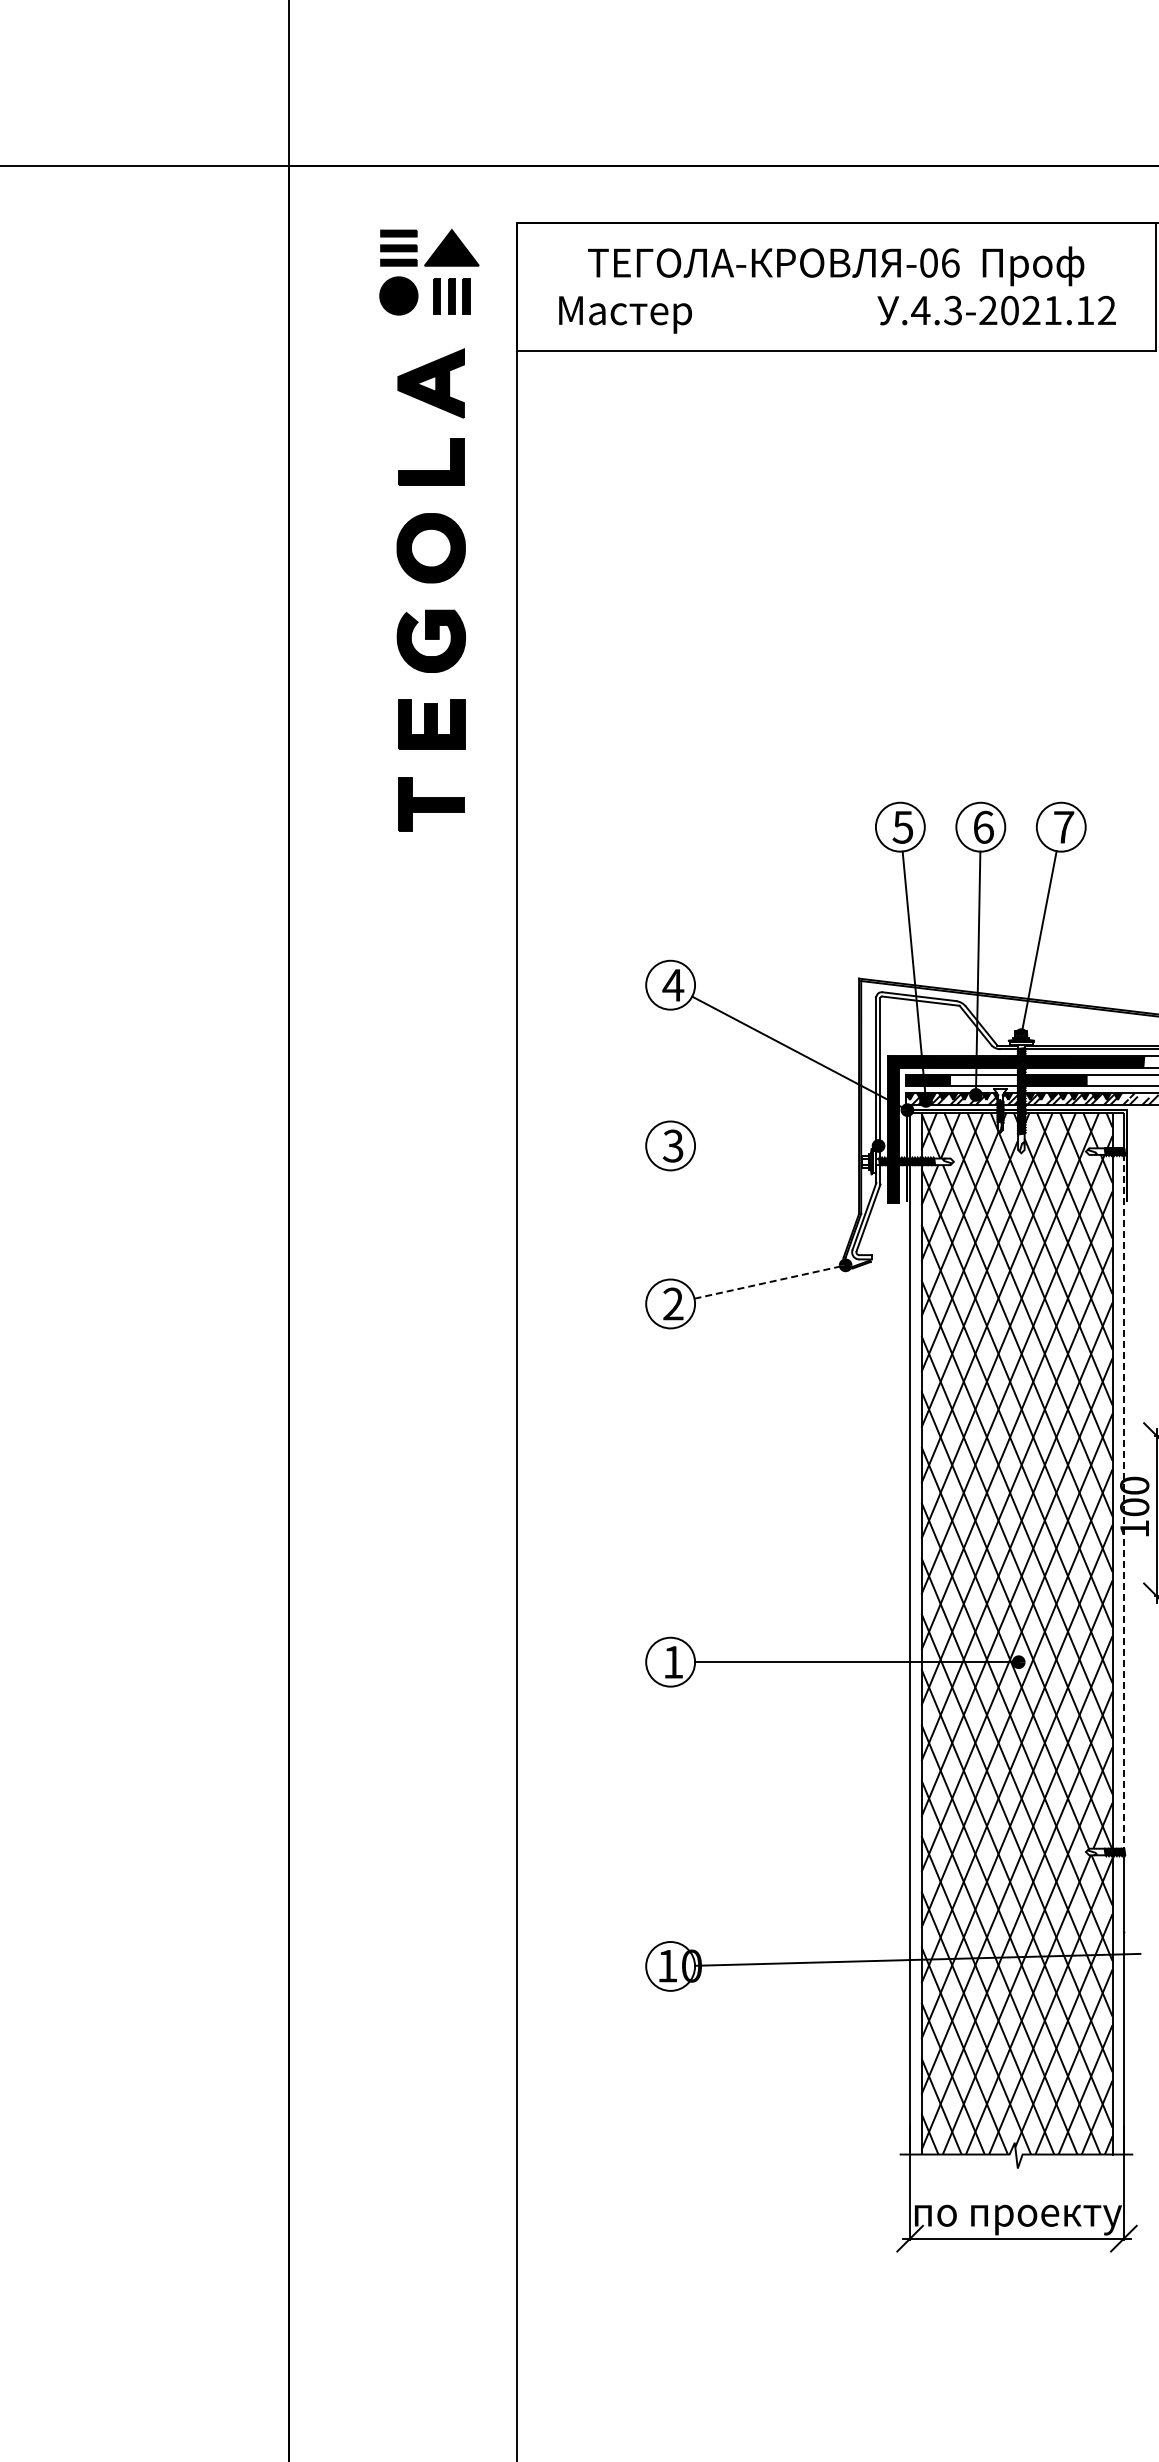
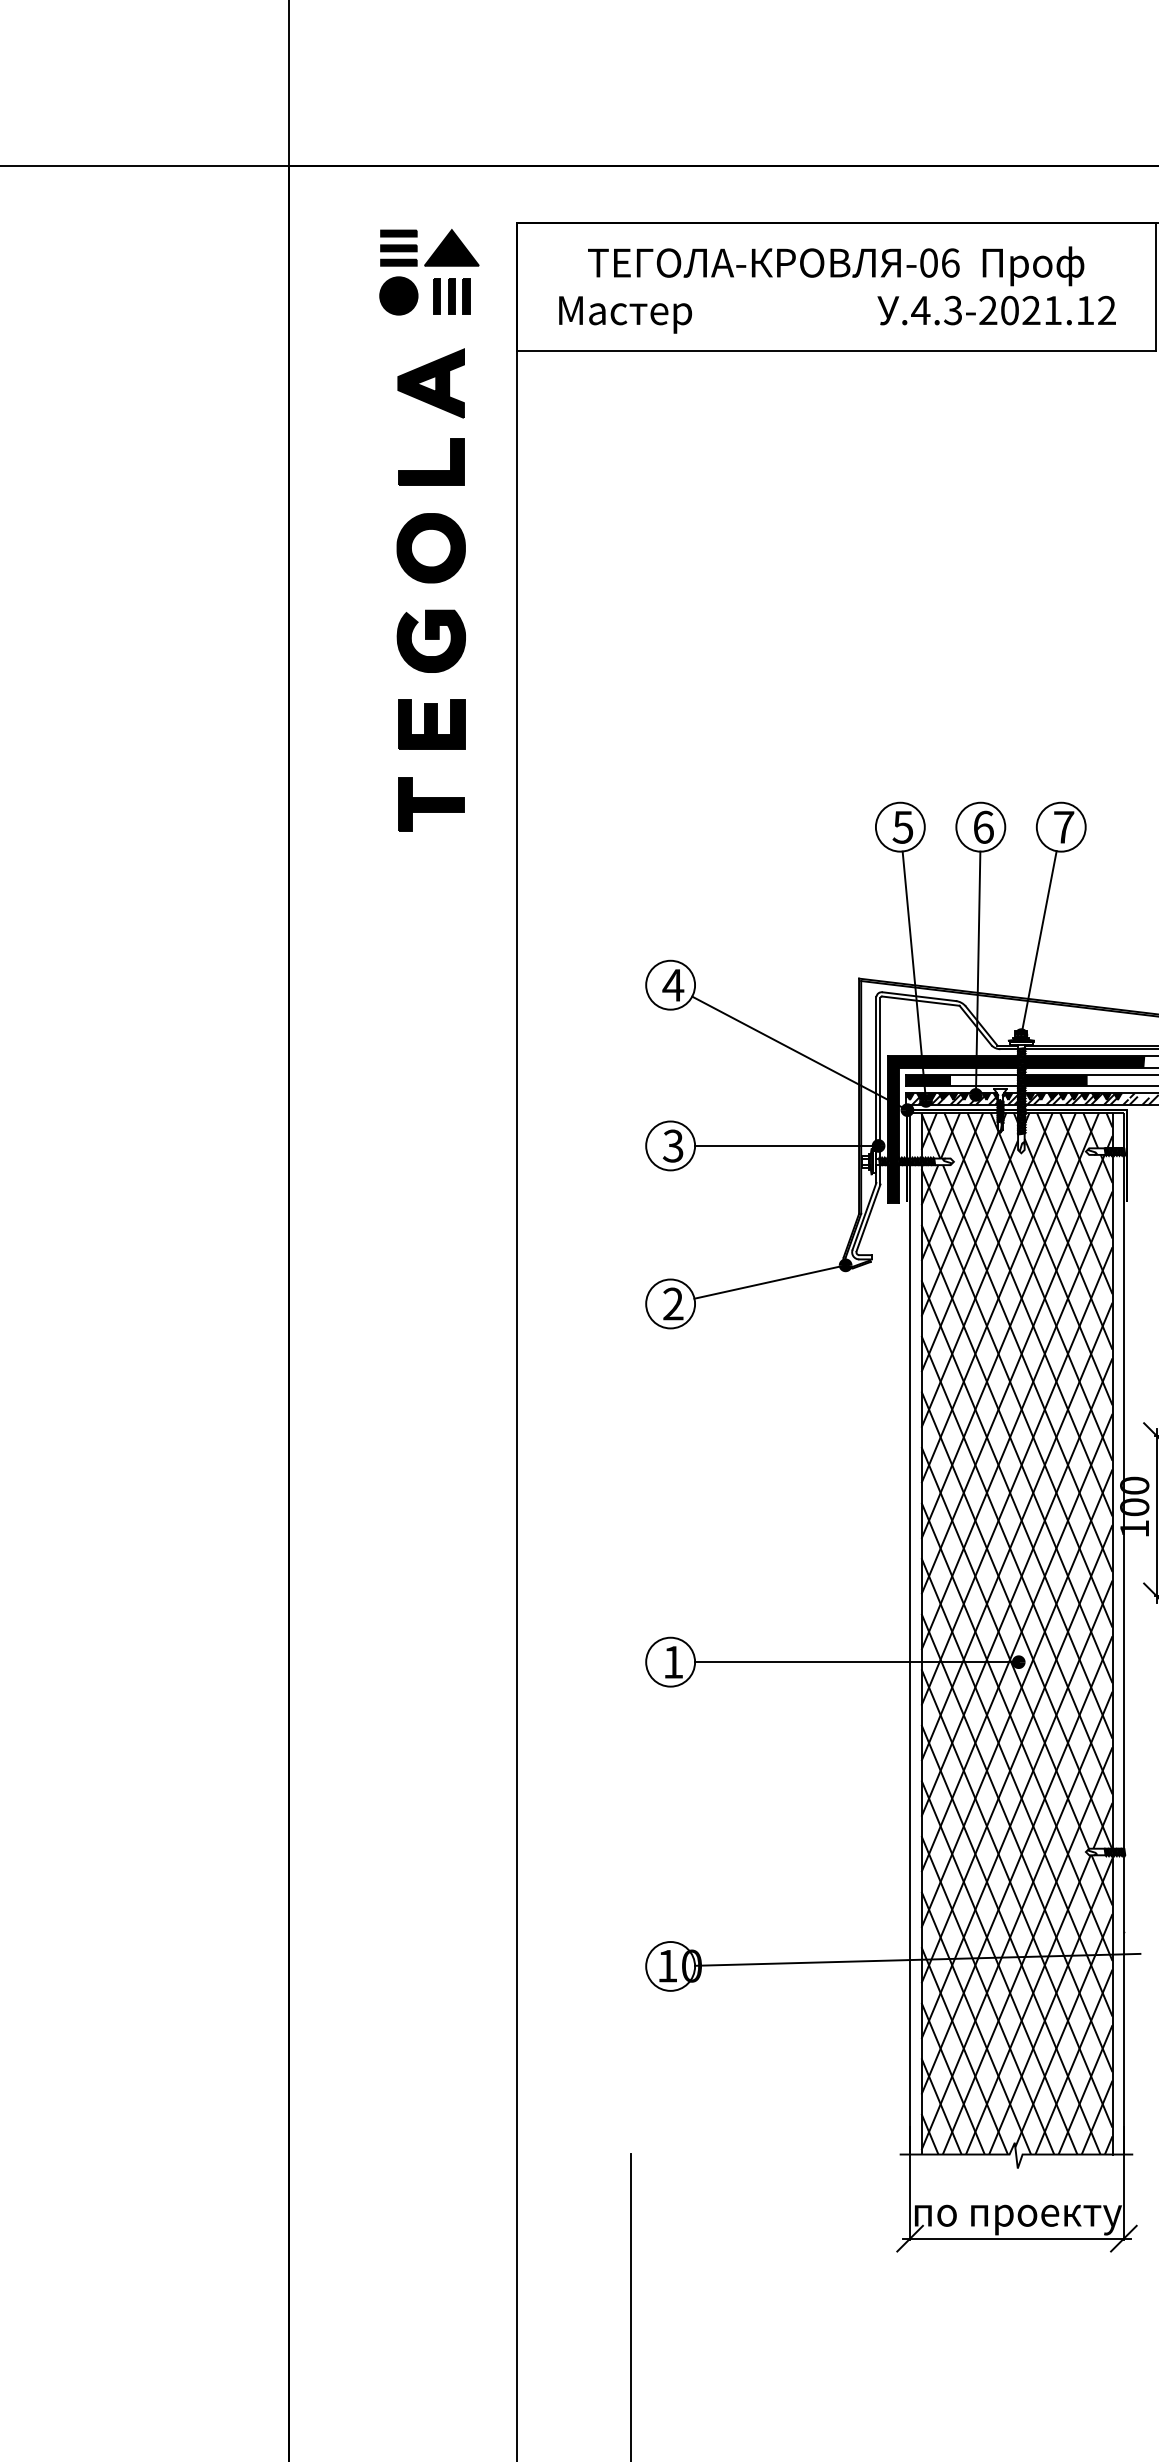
line at (786, 1145): none -> present
line at (770, 1281): dashed -> solid
line at (1123, 1501): dashed -> solid
line at (631, 2306): none -> present
